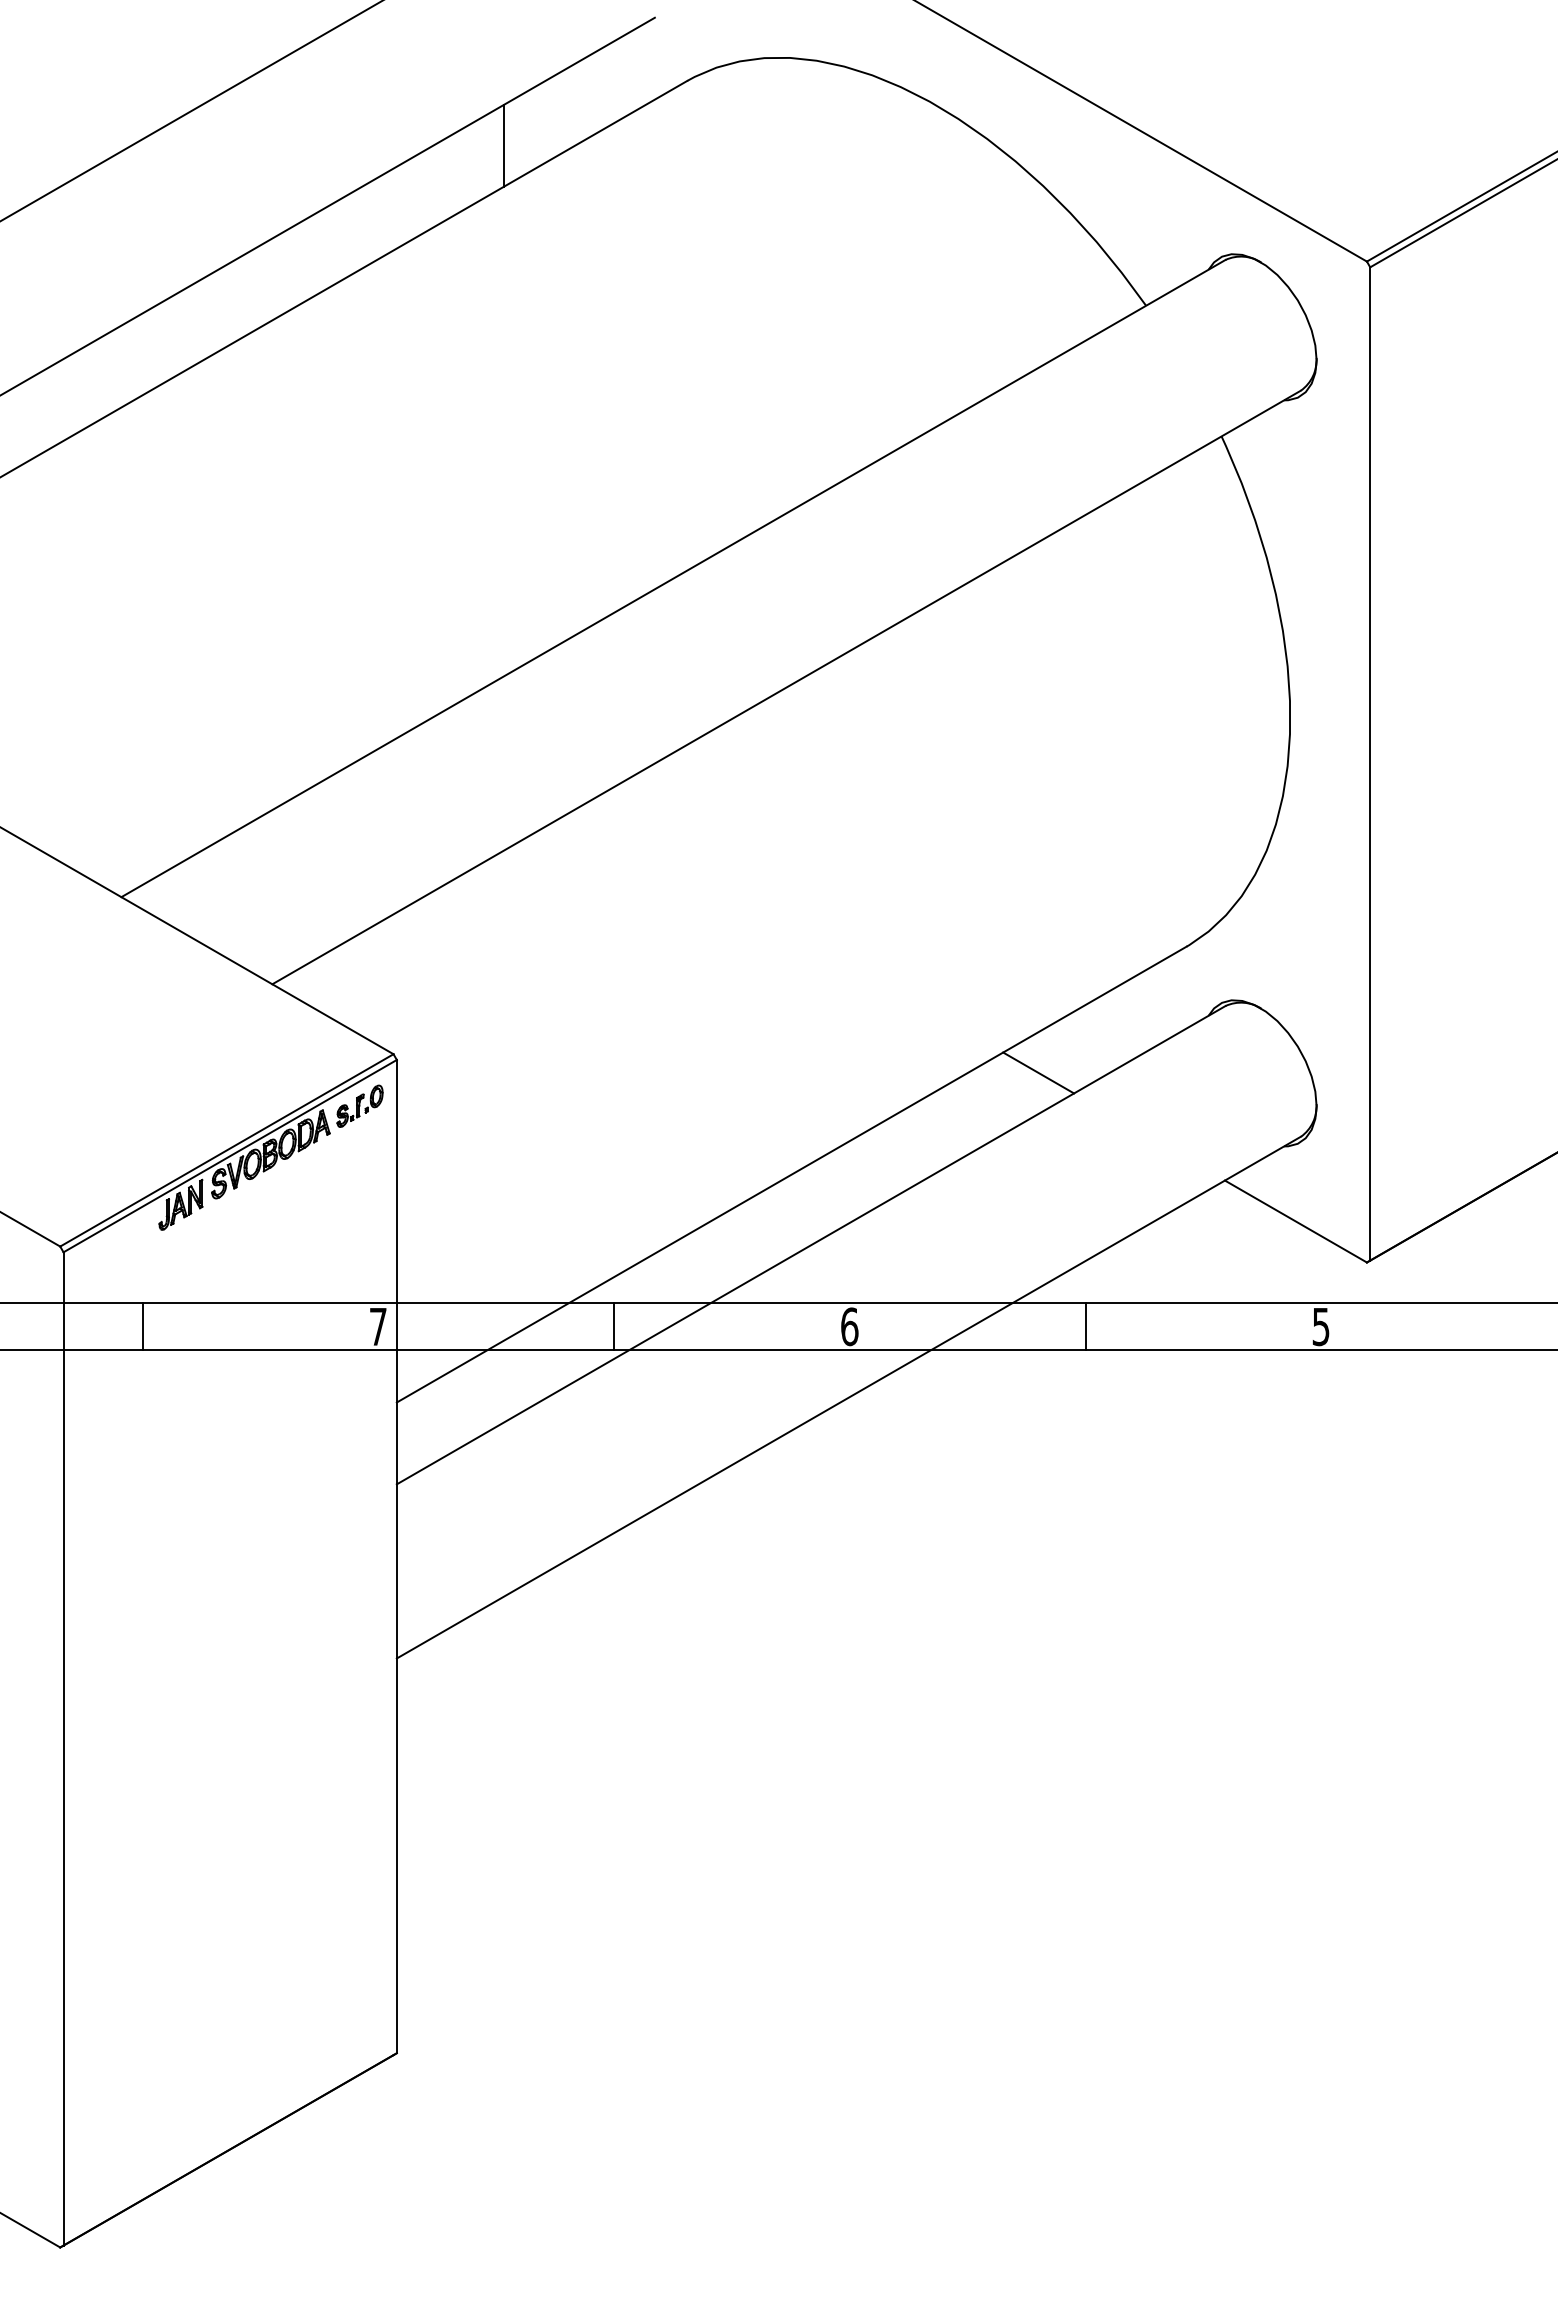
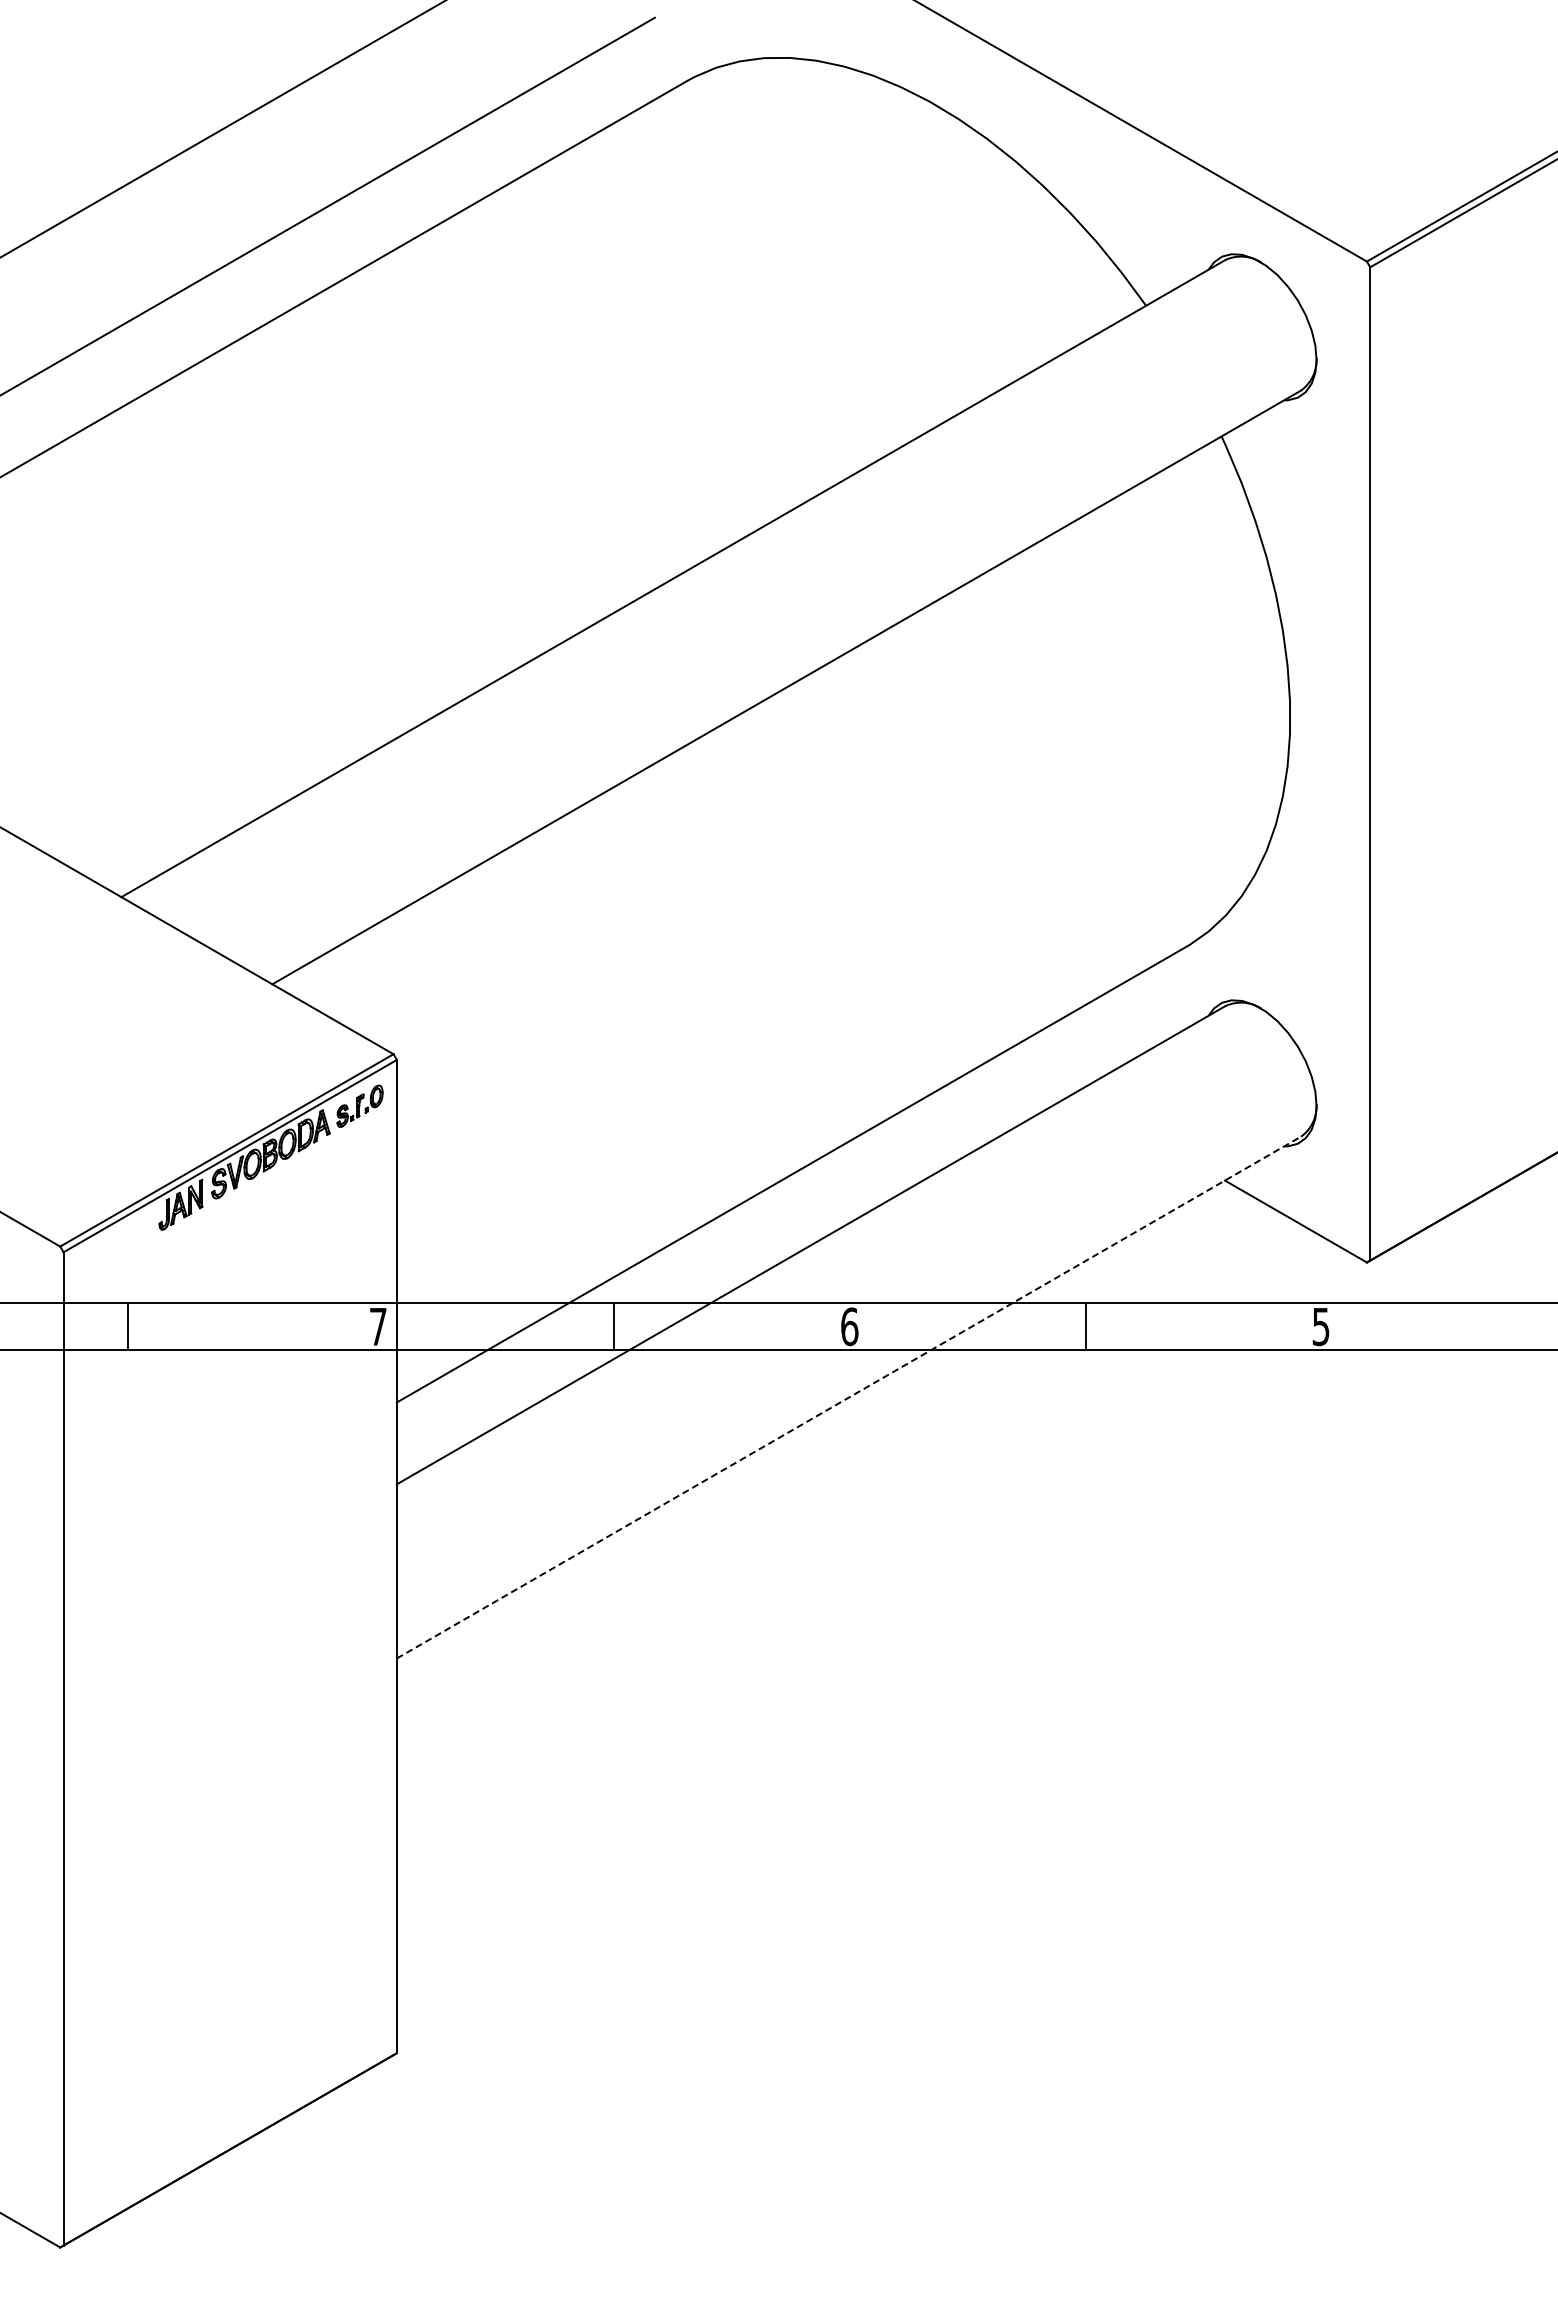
line at (191, 111) position: (191, 111) -> (222, 129)
line at (503, 146): present -> none
line at (1038, 1072): present -> none
line at (143, 1326) position: (143, 1326) -> (128, 1326)
line at (848, 1397): solid -> dashed
